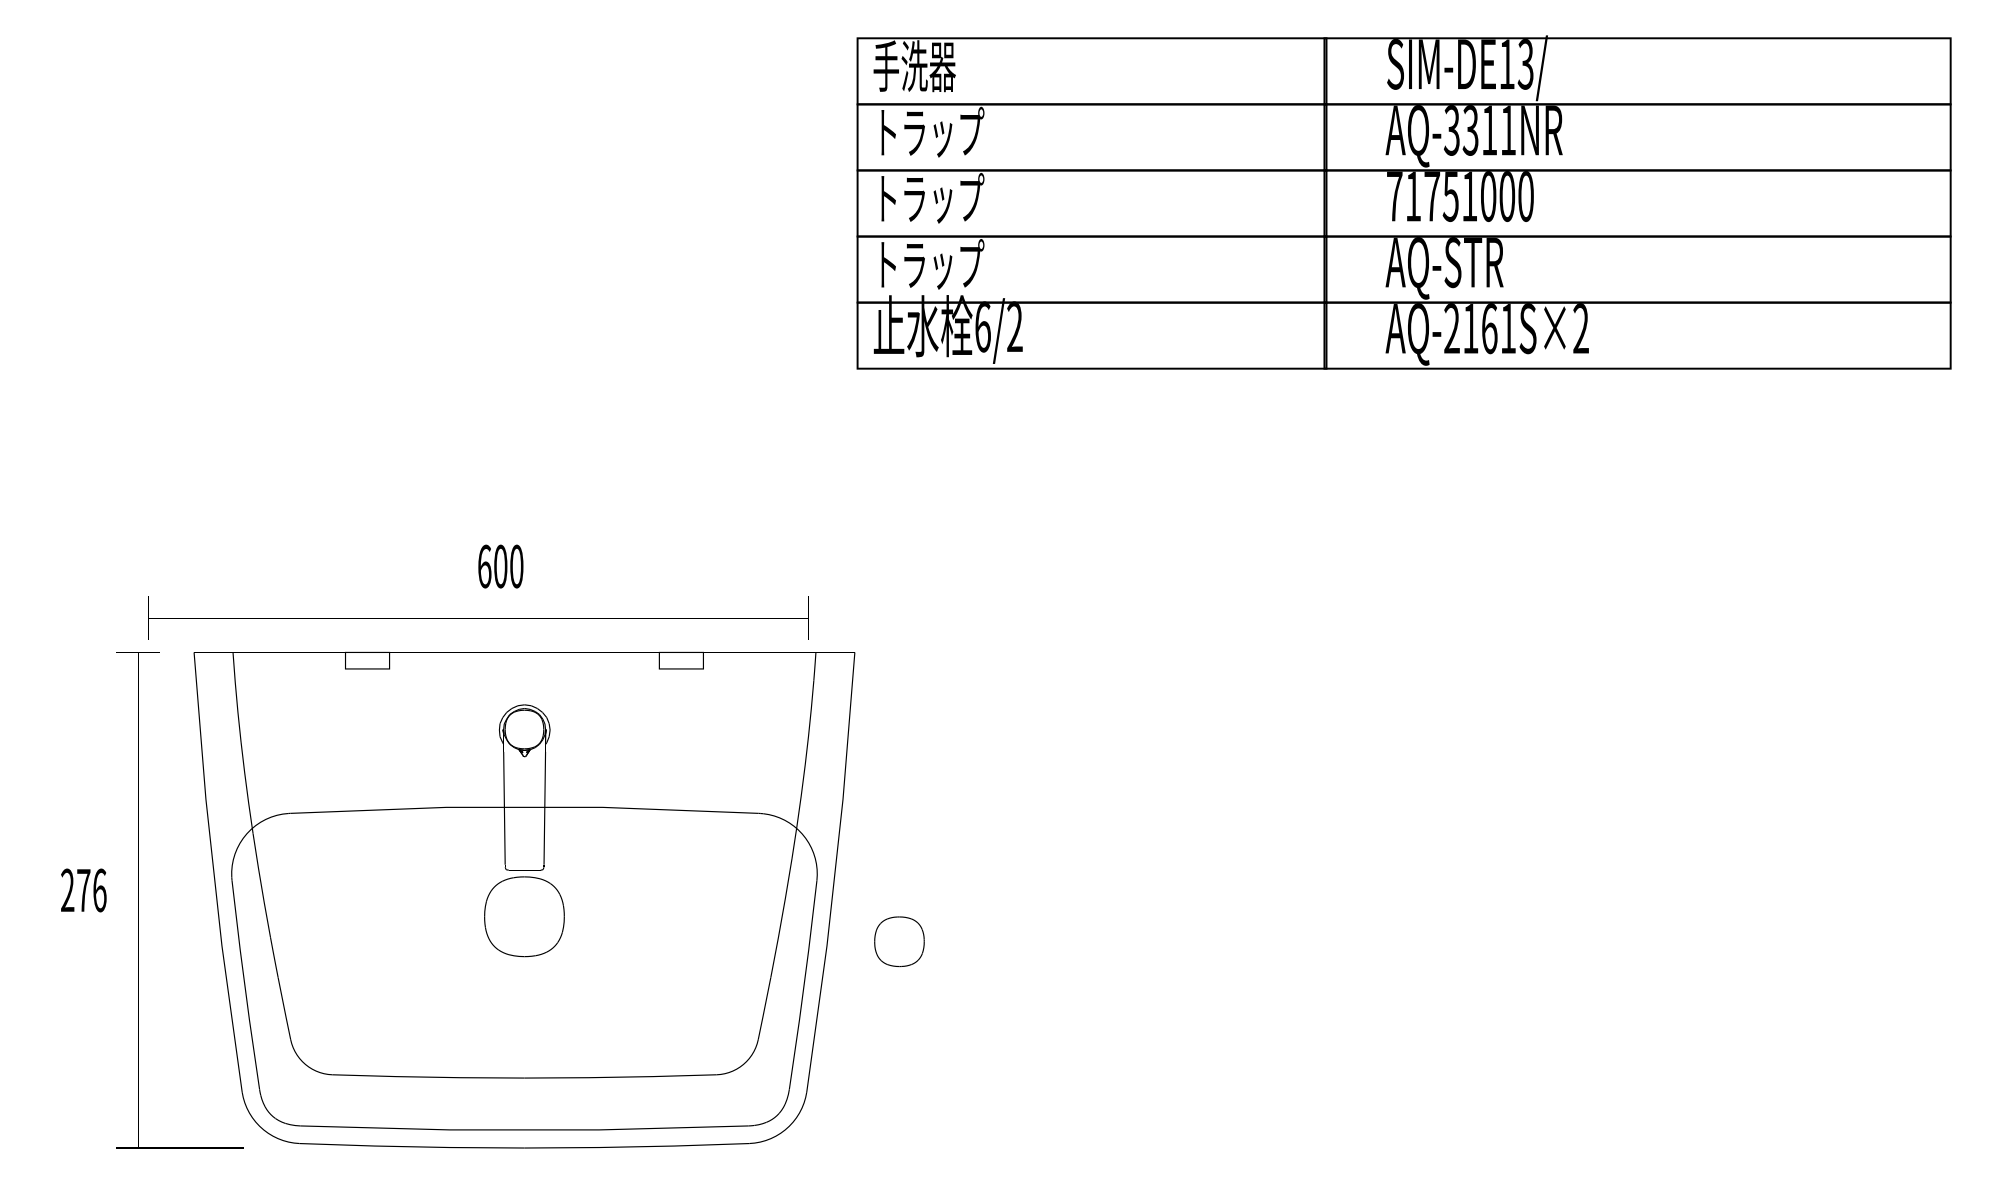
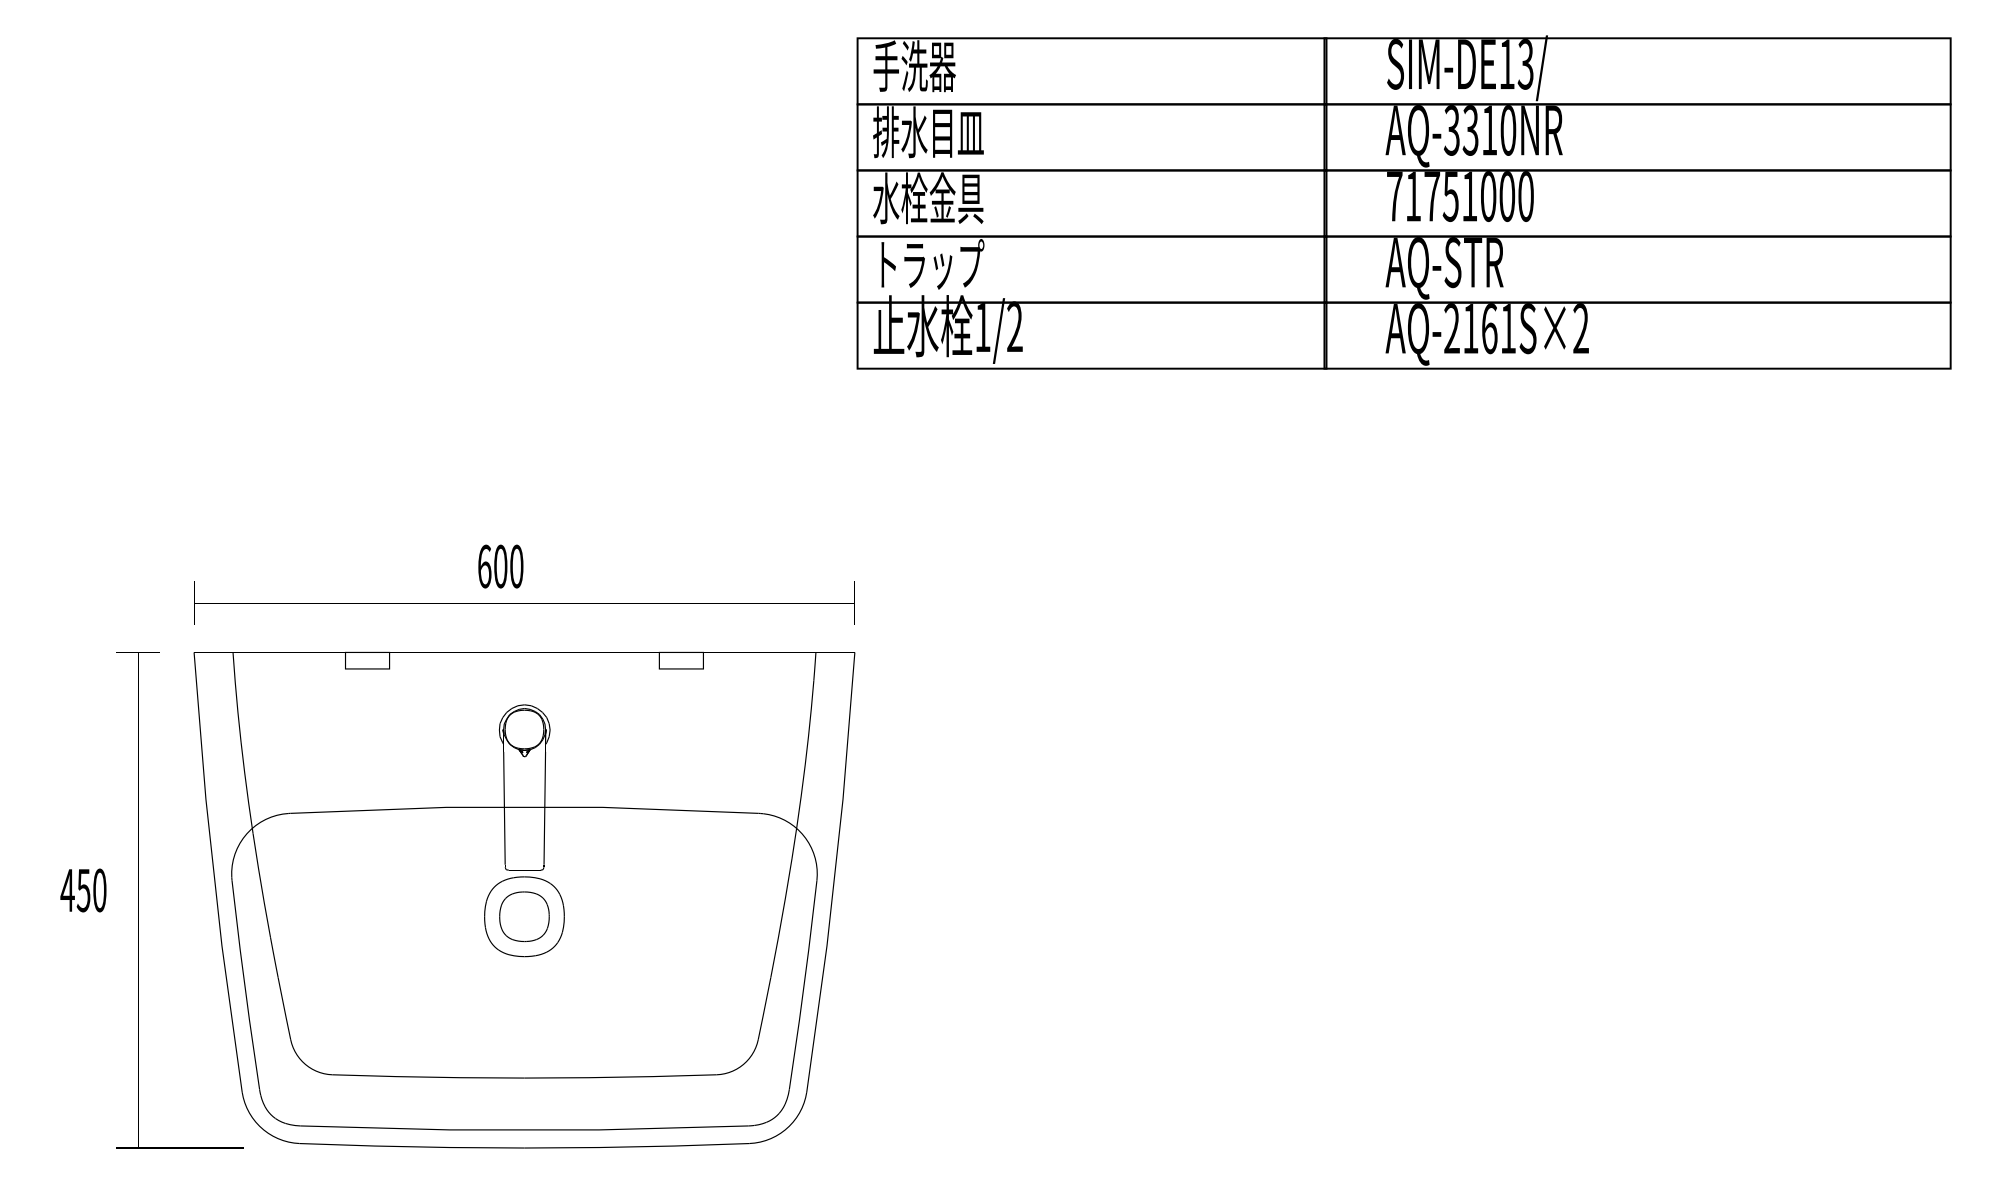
text at (1508, 130): AQ-3311NR -> AQ-3310NR
text at (928, 132): トラップ -> 排水目皿
text at (928, 198): トラップ -> 水栓金具
text at (982, 326): 6/2 -> 1/2
part at (478, 617) position: (478, 617) -> (524, 602)
text at (83, 890): 276 -> 450
part at (899, 941) position: (899, 941) -> (524, 916)
